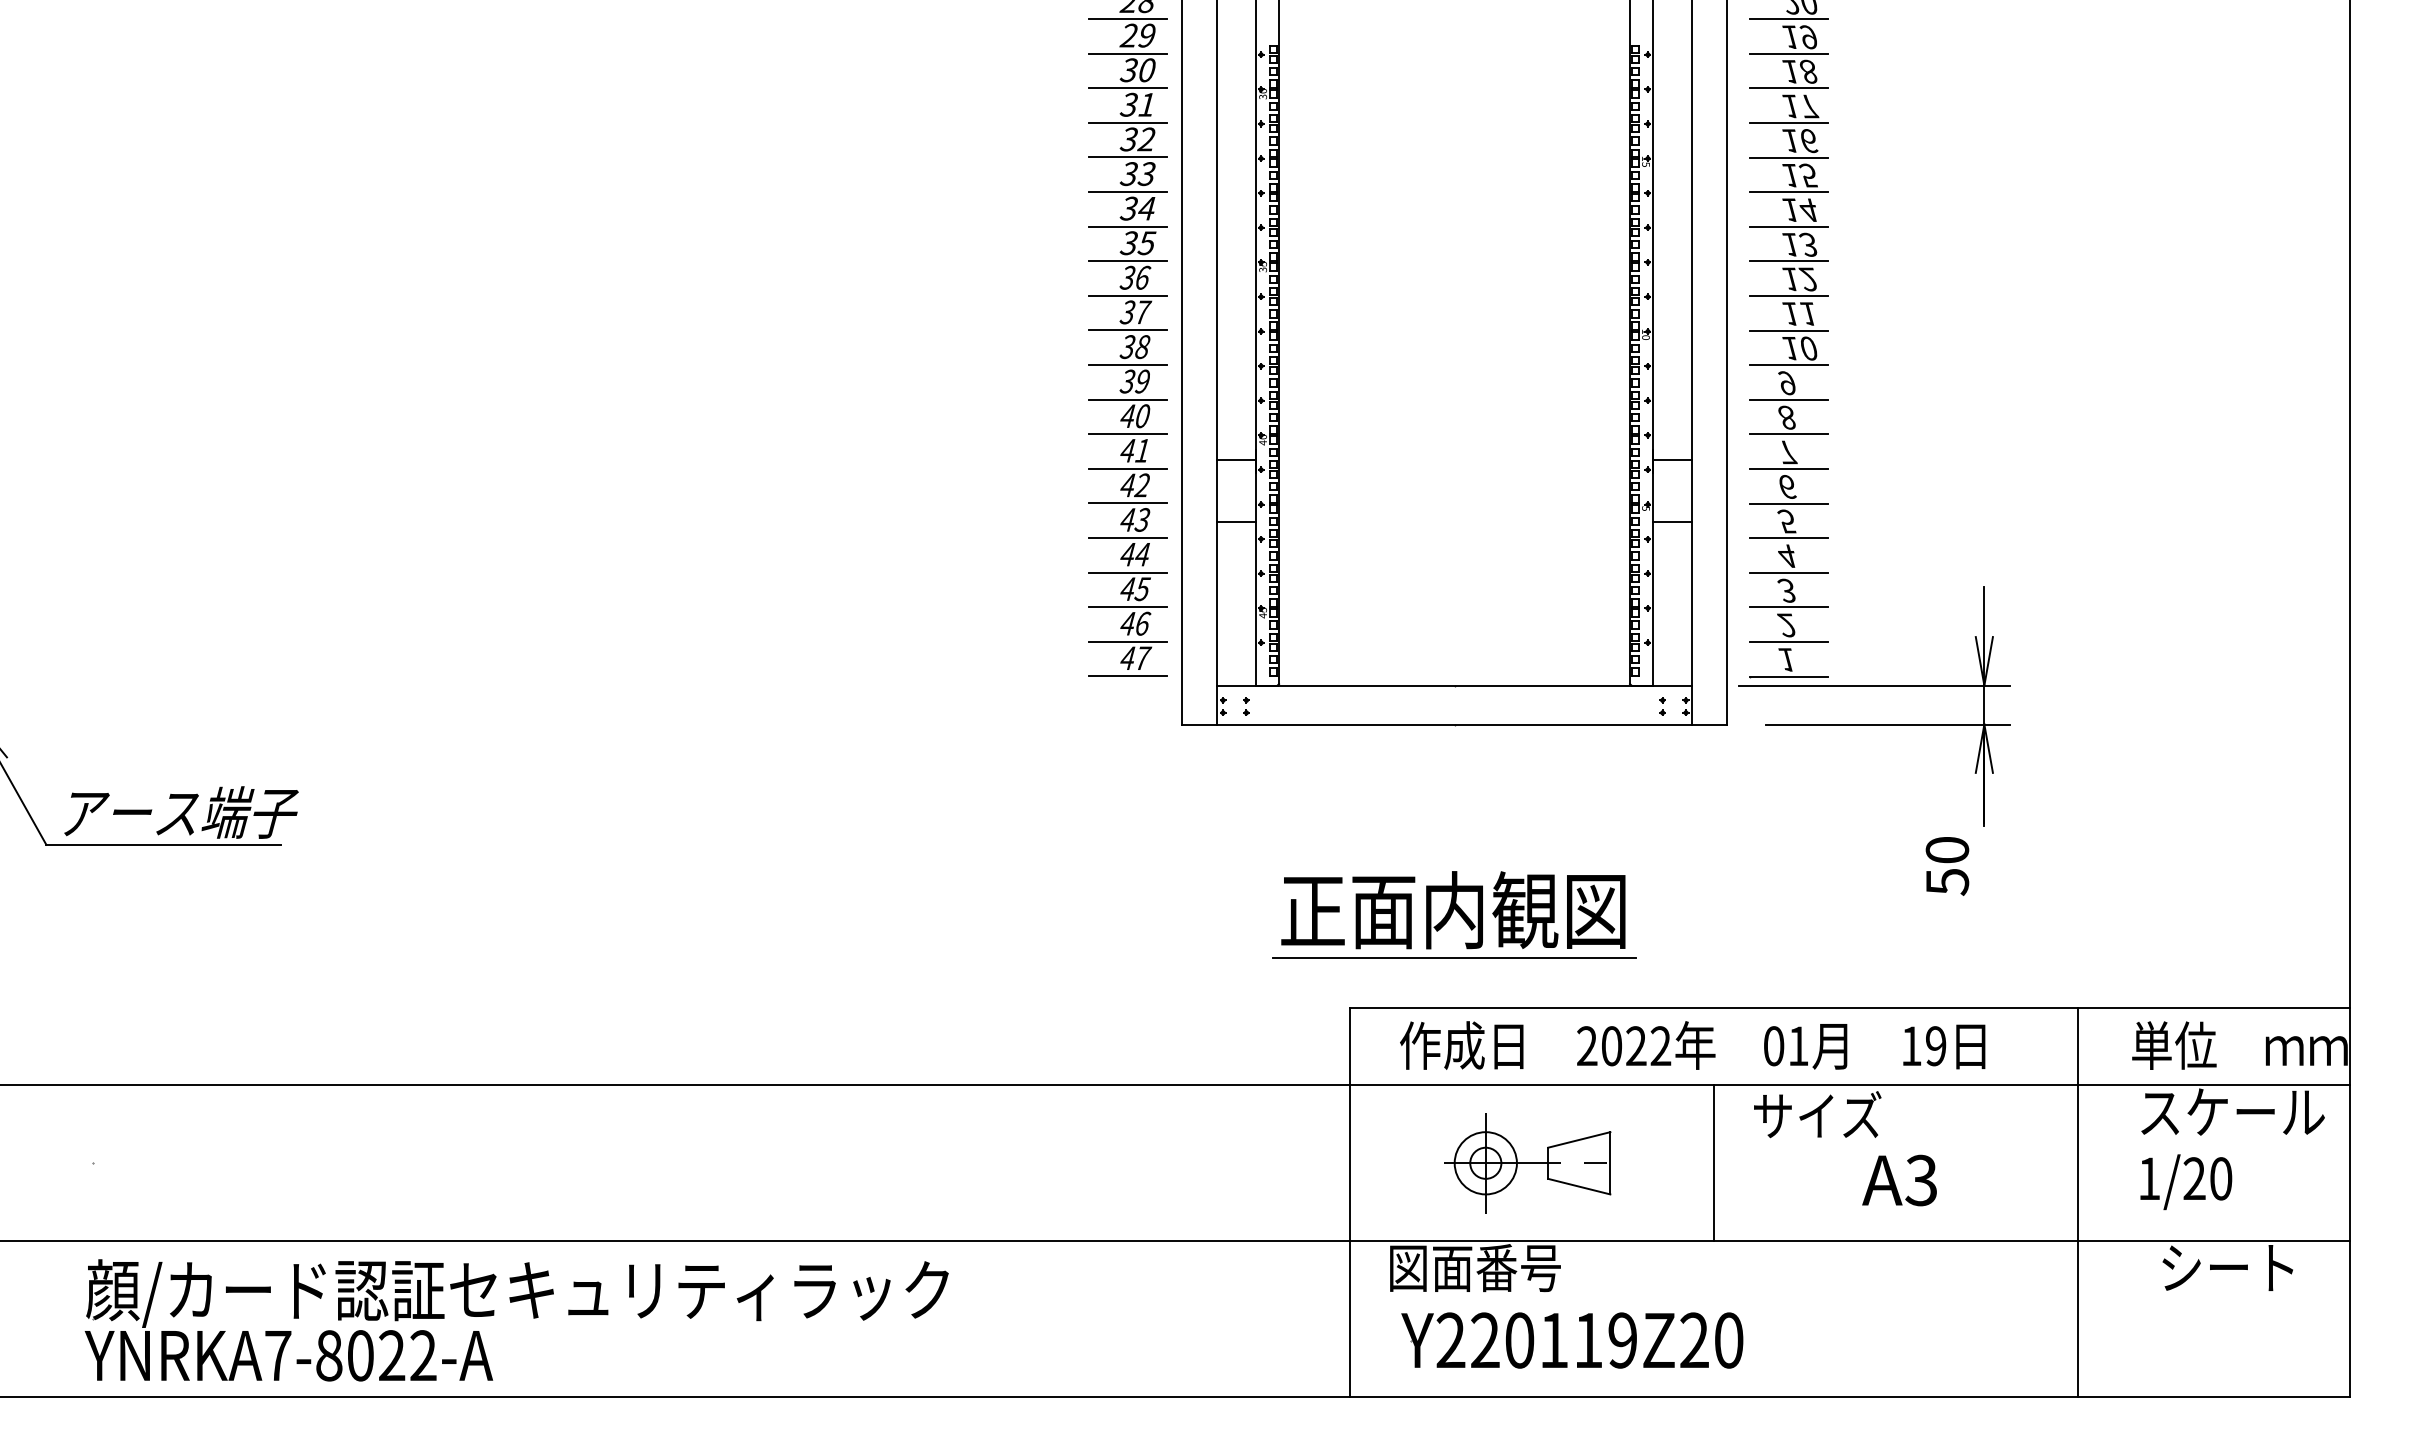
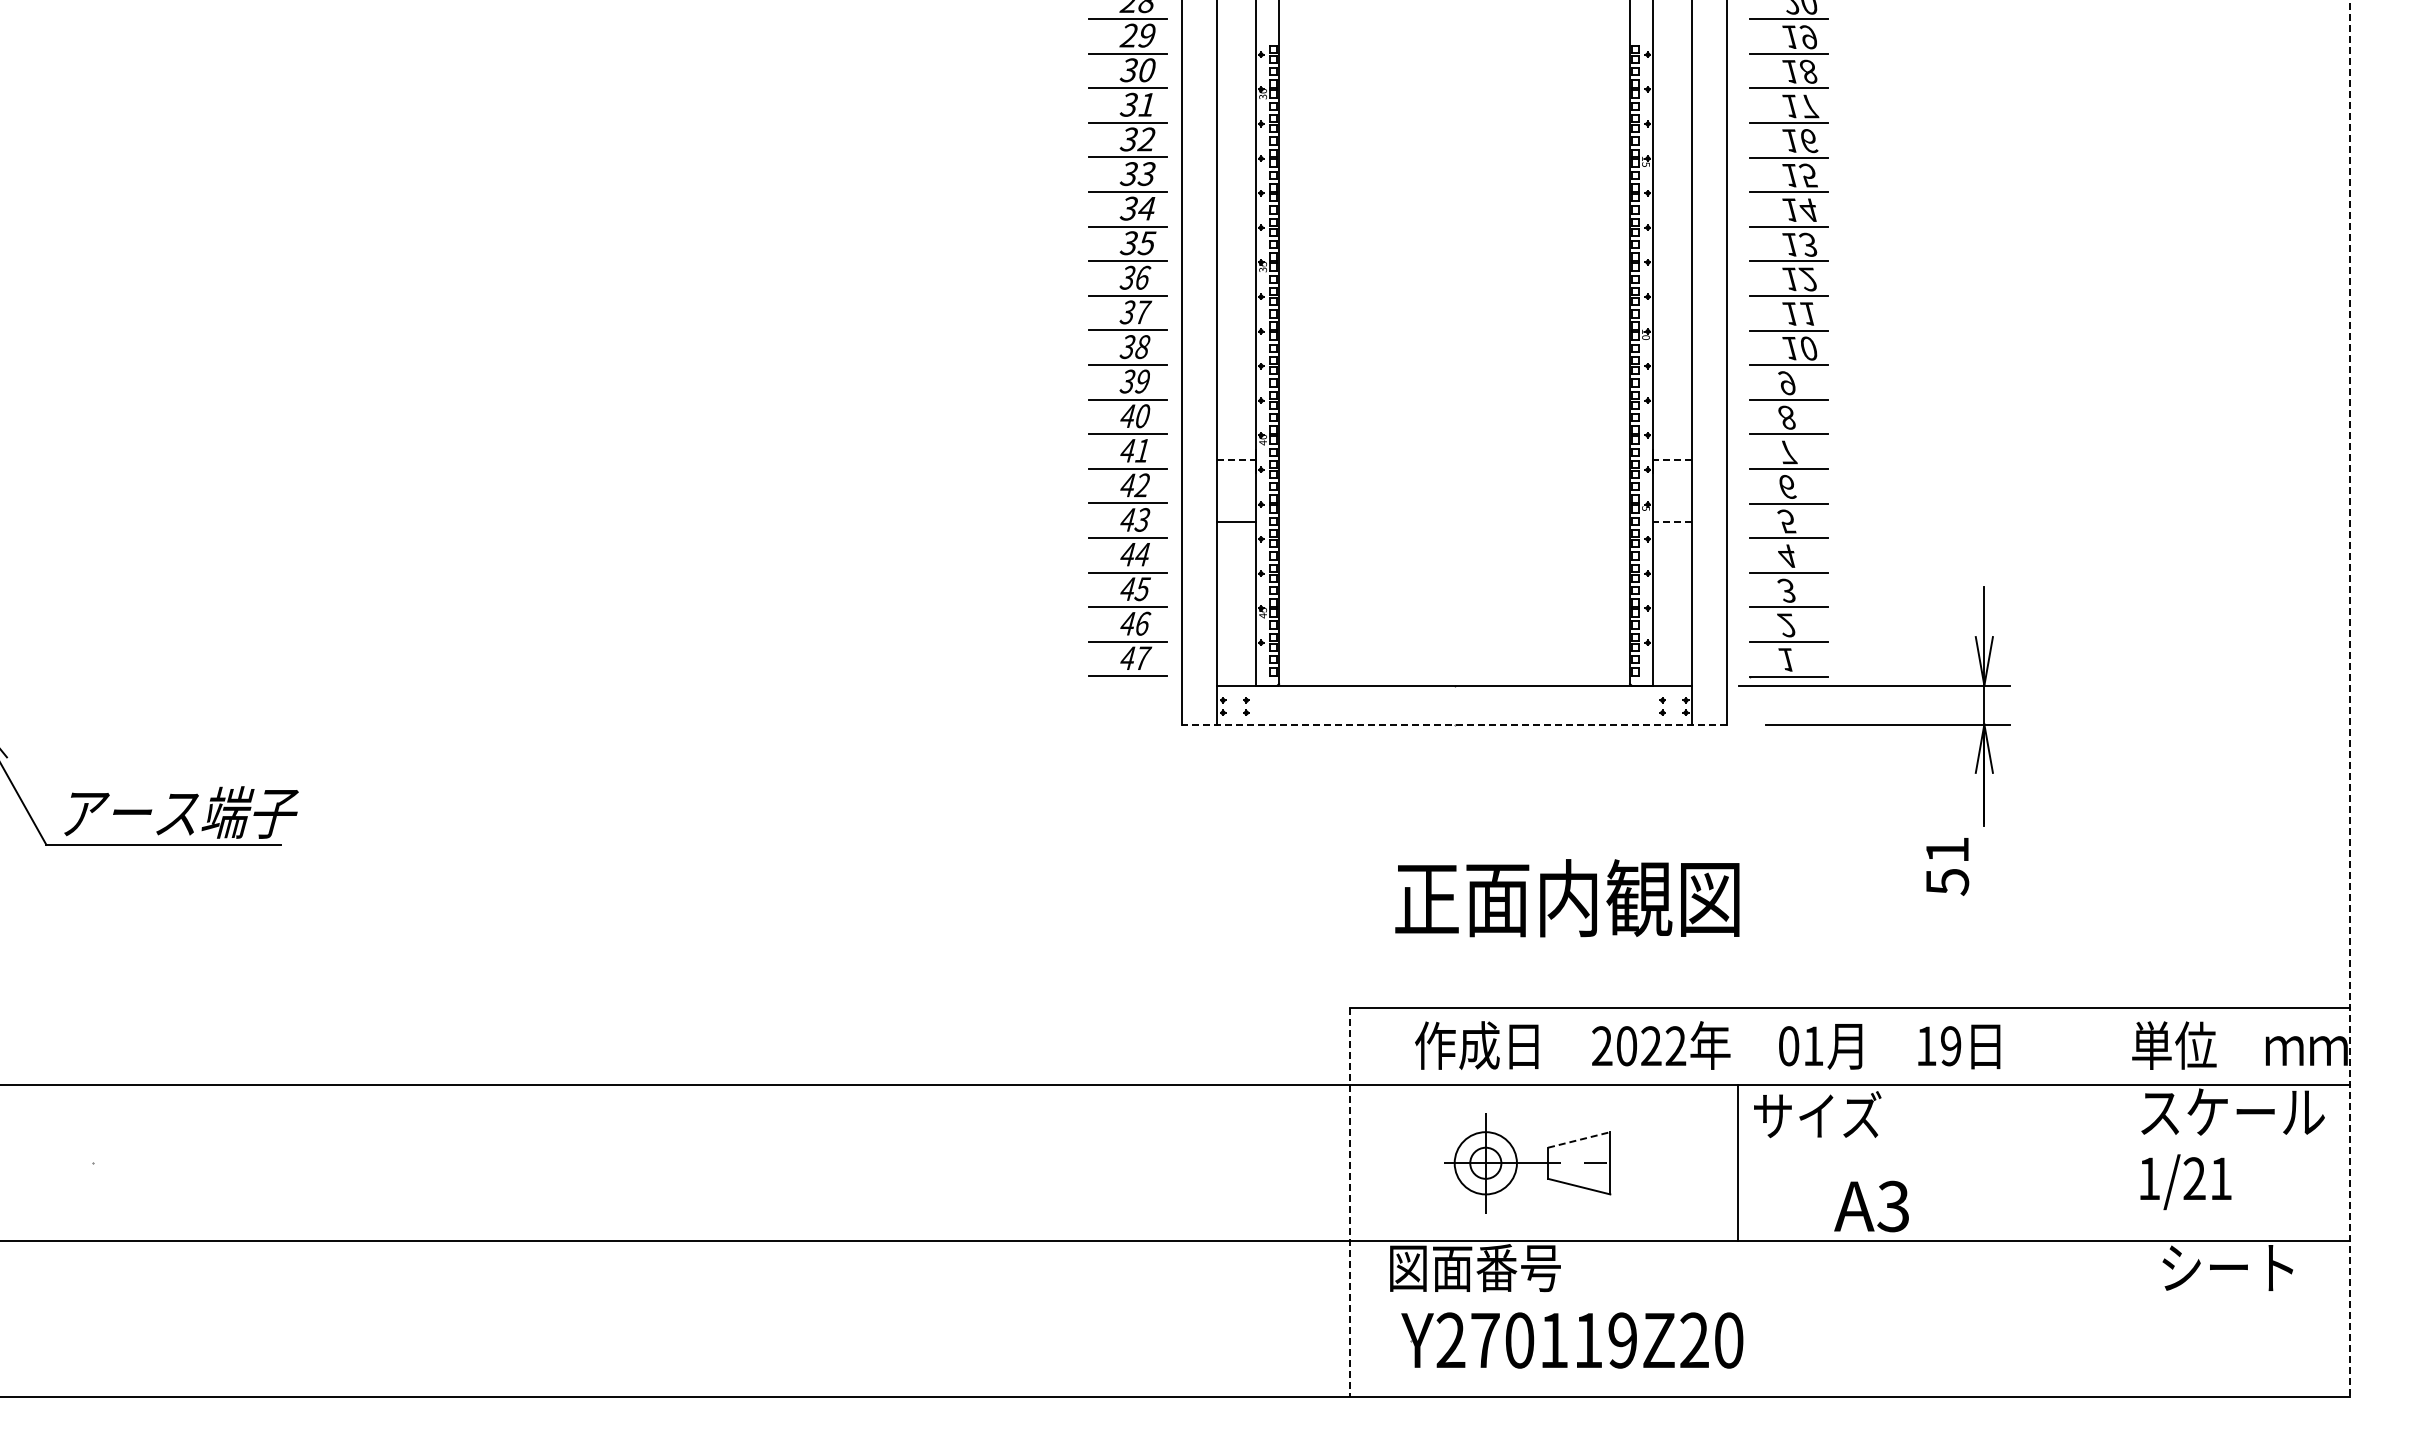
line at (1236, 459): solid -> dashed
line at (1672, 459): solid -> dashed
line at (1672, 522): solid -> dashed
line at (2350, 698): solid -> dashed
line at (1454, 724): solid -> dashed
text at (1947, 850): 50 -> 51
text at (1453, 910) position: (1453, 910) -> (1567, 898)
line at (1454, 957): present -> none
text at (1692, 1045) position: (1692, 1045) -> (1707, 1045)
line at (1579, 1139): solid -> dashed
line at (1714, 1163) position: (1714, 1163) -> (1738, 1163)
text at (2221, 1178): 1/20 -> 1/21
text at (1899, 1180) position: (1899, 1180) -> (1871, 1206)
line at (2077, 1201): present -> none
line at (1350, 1202): solid -> dashed
part at (533, 1318): present -> none
text at (1485, 1339): Y220119Z20 -> Y270119Z20
